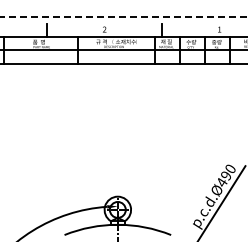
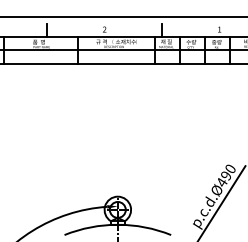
line at (124, 17): dashed -> solid
